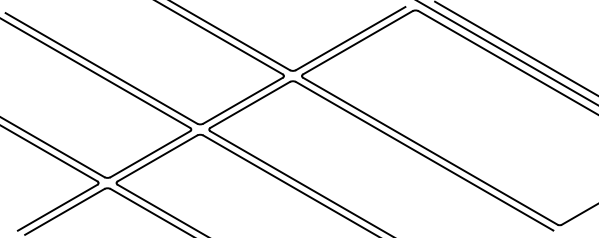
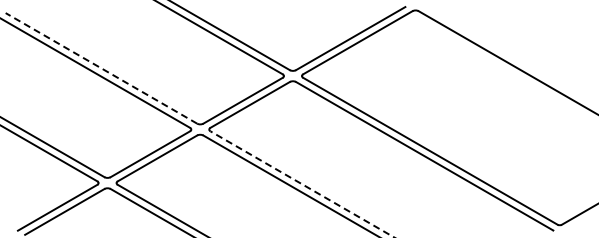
line at (515, 48): present -> none
line at (507, 52): present -> none
line at (101, 68): solid -> dashed
line at (302, 184): solid -> dashed
